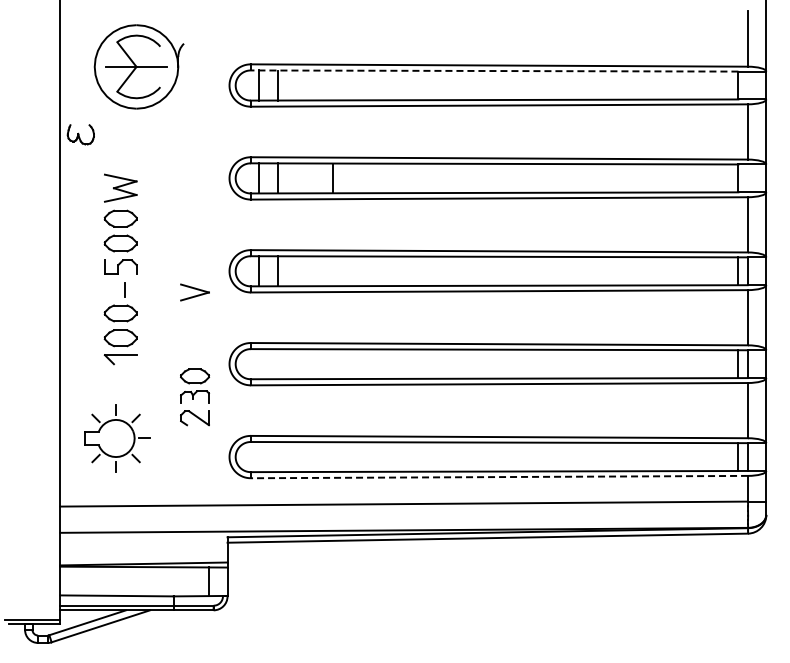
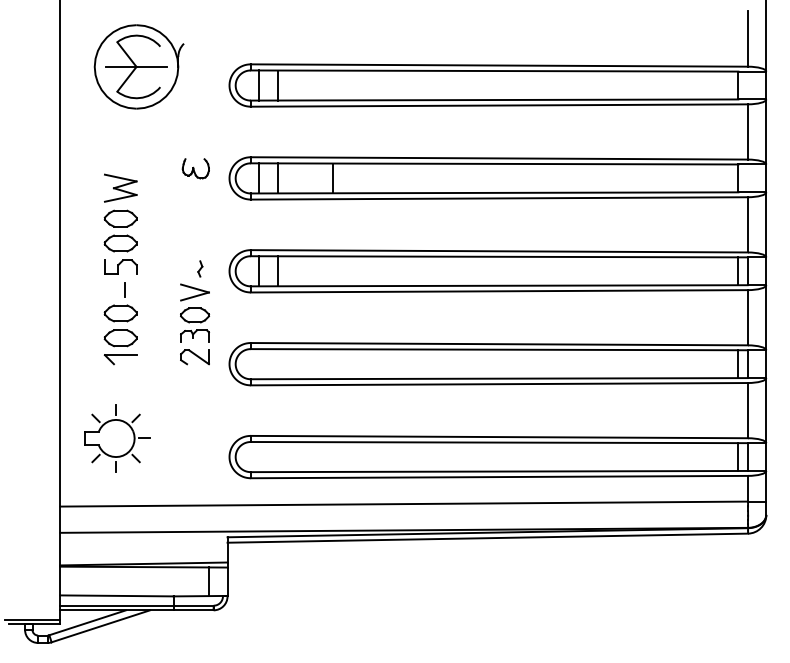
line at (494, 71): dashed -> solid
part at (80, 134) position: (80, 134) -> (195, 168)
part at (200, 268): none -> present
part at (194, 397) position: (194, 397) -> (194, 336)
line at (499, 477): dashed -> solid
